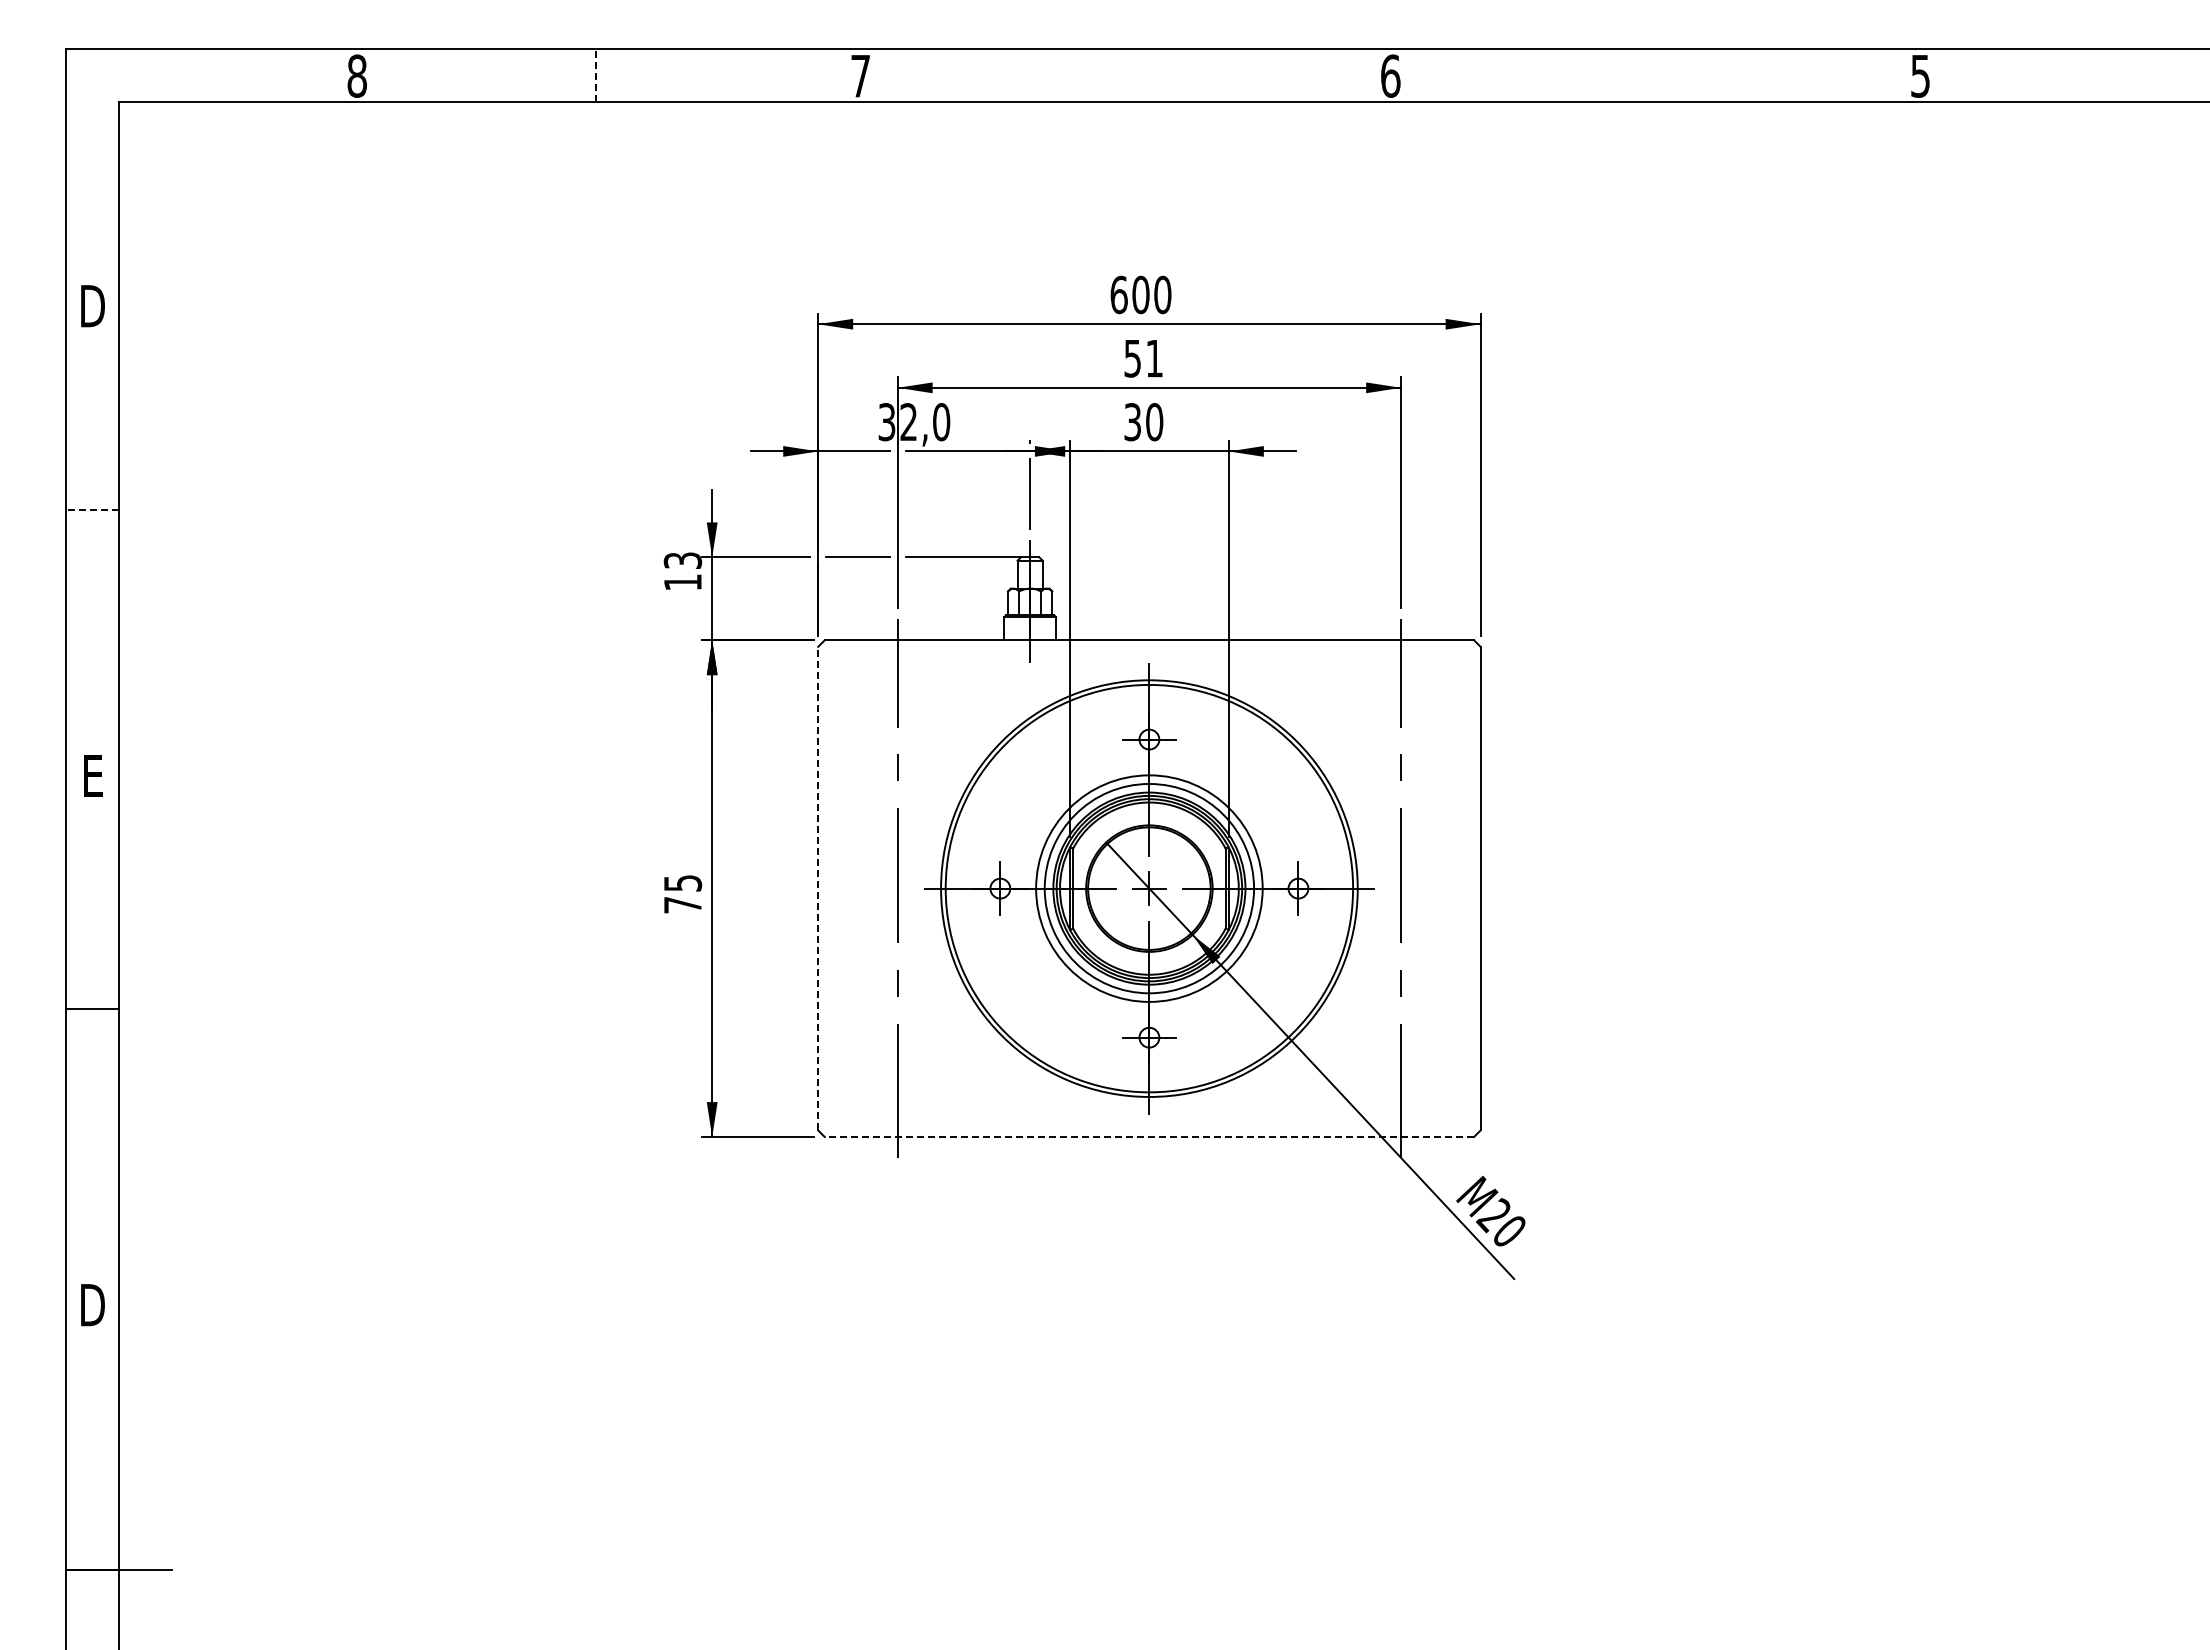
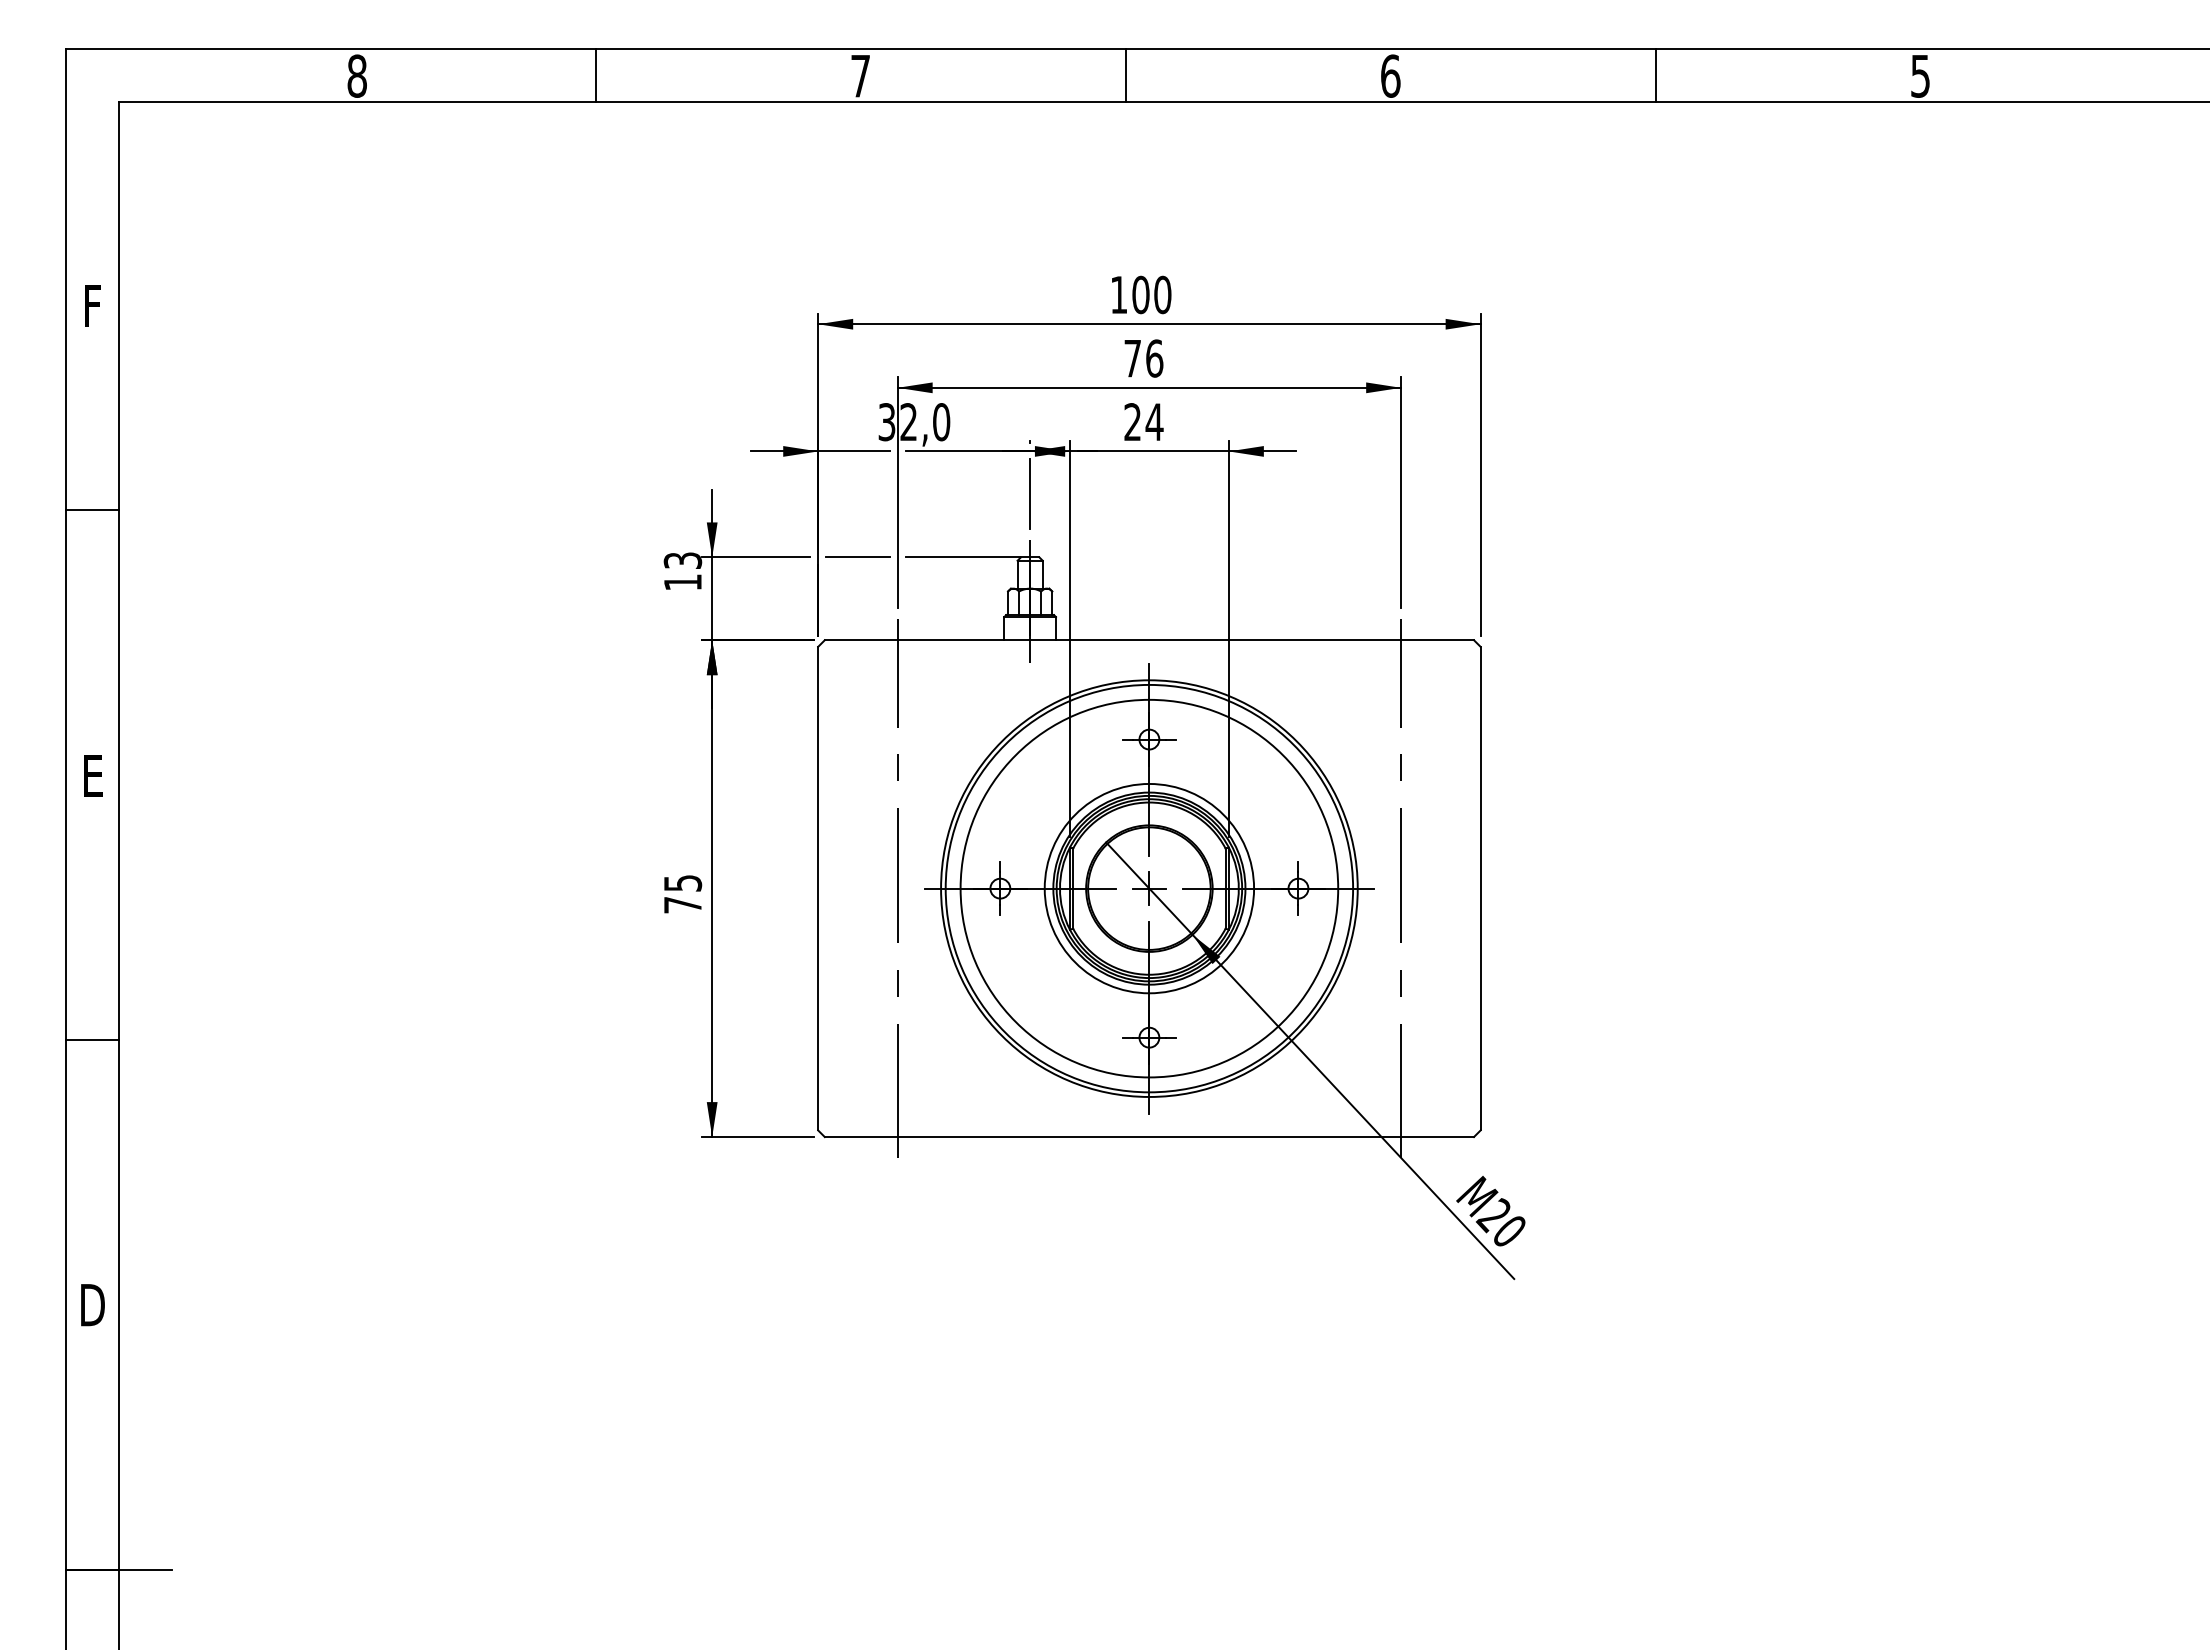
line at (596, 75): dashed -> solid
line at (1126, 75): none -> present
line at (1656, 75): none -> present
text at (1118, 294): 600 -> 100
text at (92, 306): D -> F
text at (1143, 358): 51 -> 76
text at (1143, 422): 30 -> 24
line at (92, 510): dashed -> solid
line at (818, 888): dashed -> solid
circle at (1149, 888) diameter: 227 px -> 378 px
line at (92, 1009) position: (92, 1009) -> (92, 1040)
line at (1149, 1137): dashed -> solid
